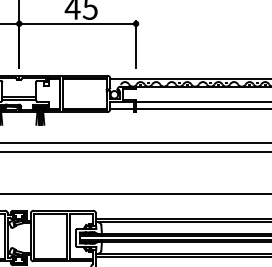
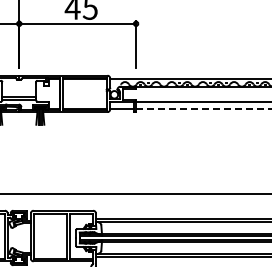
line at (203, 108): solid -> dashed
line at (135, 142): present -> none
line at (135, 151): present -> none
